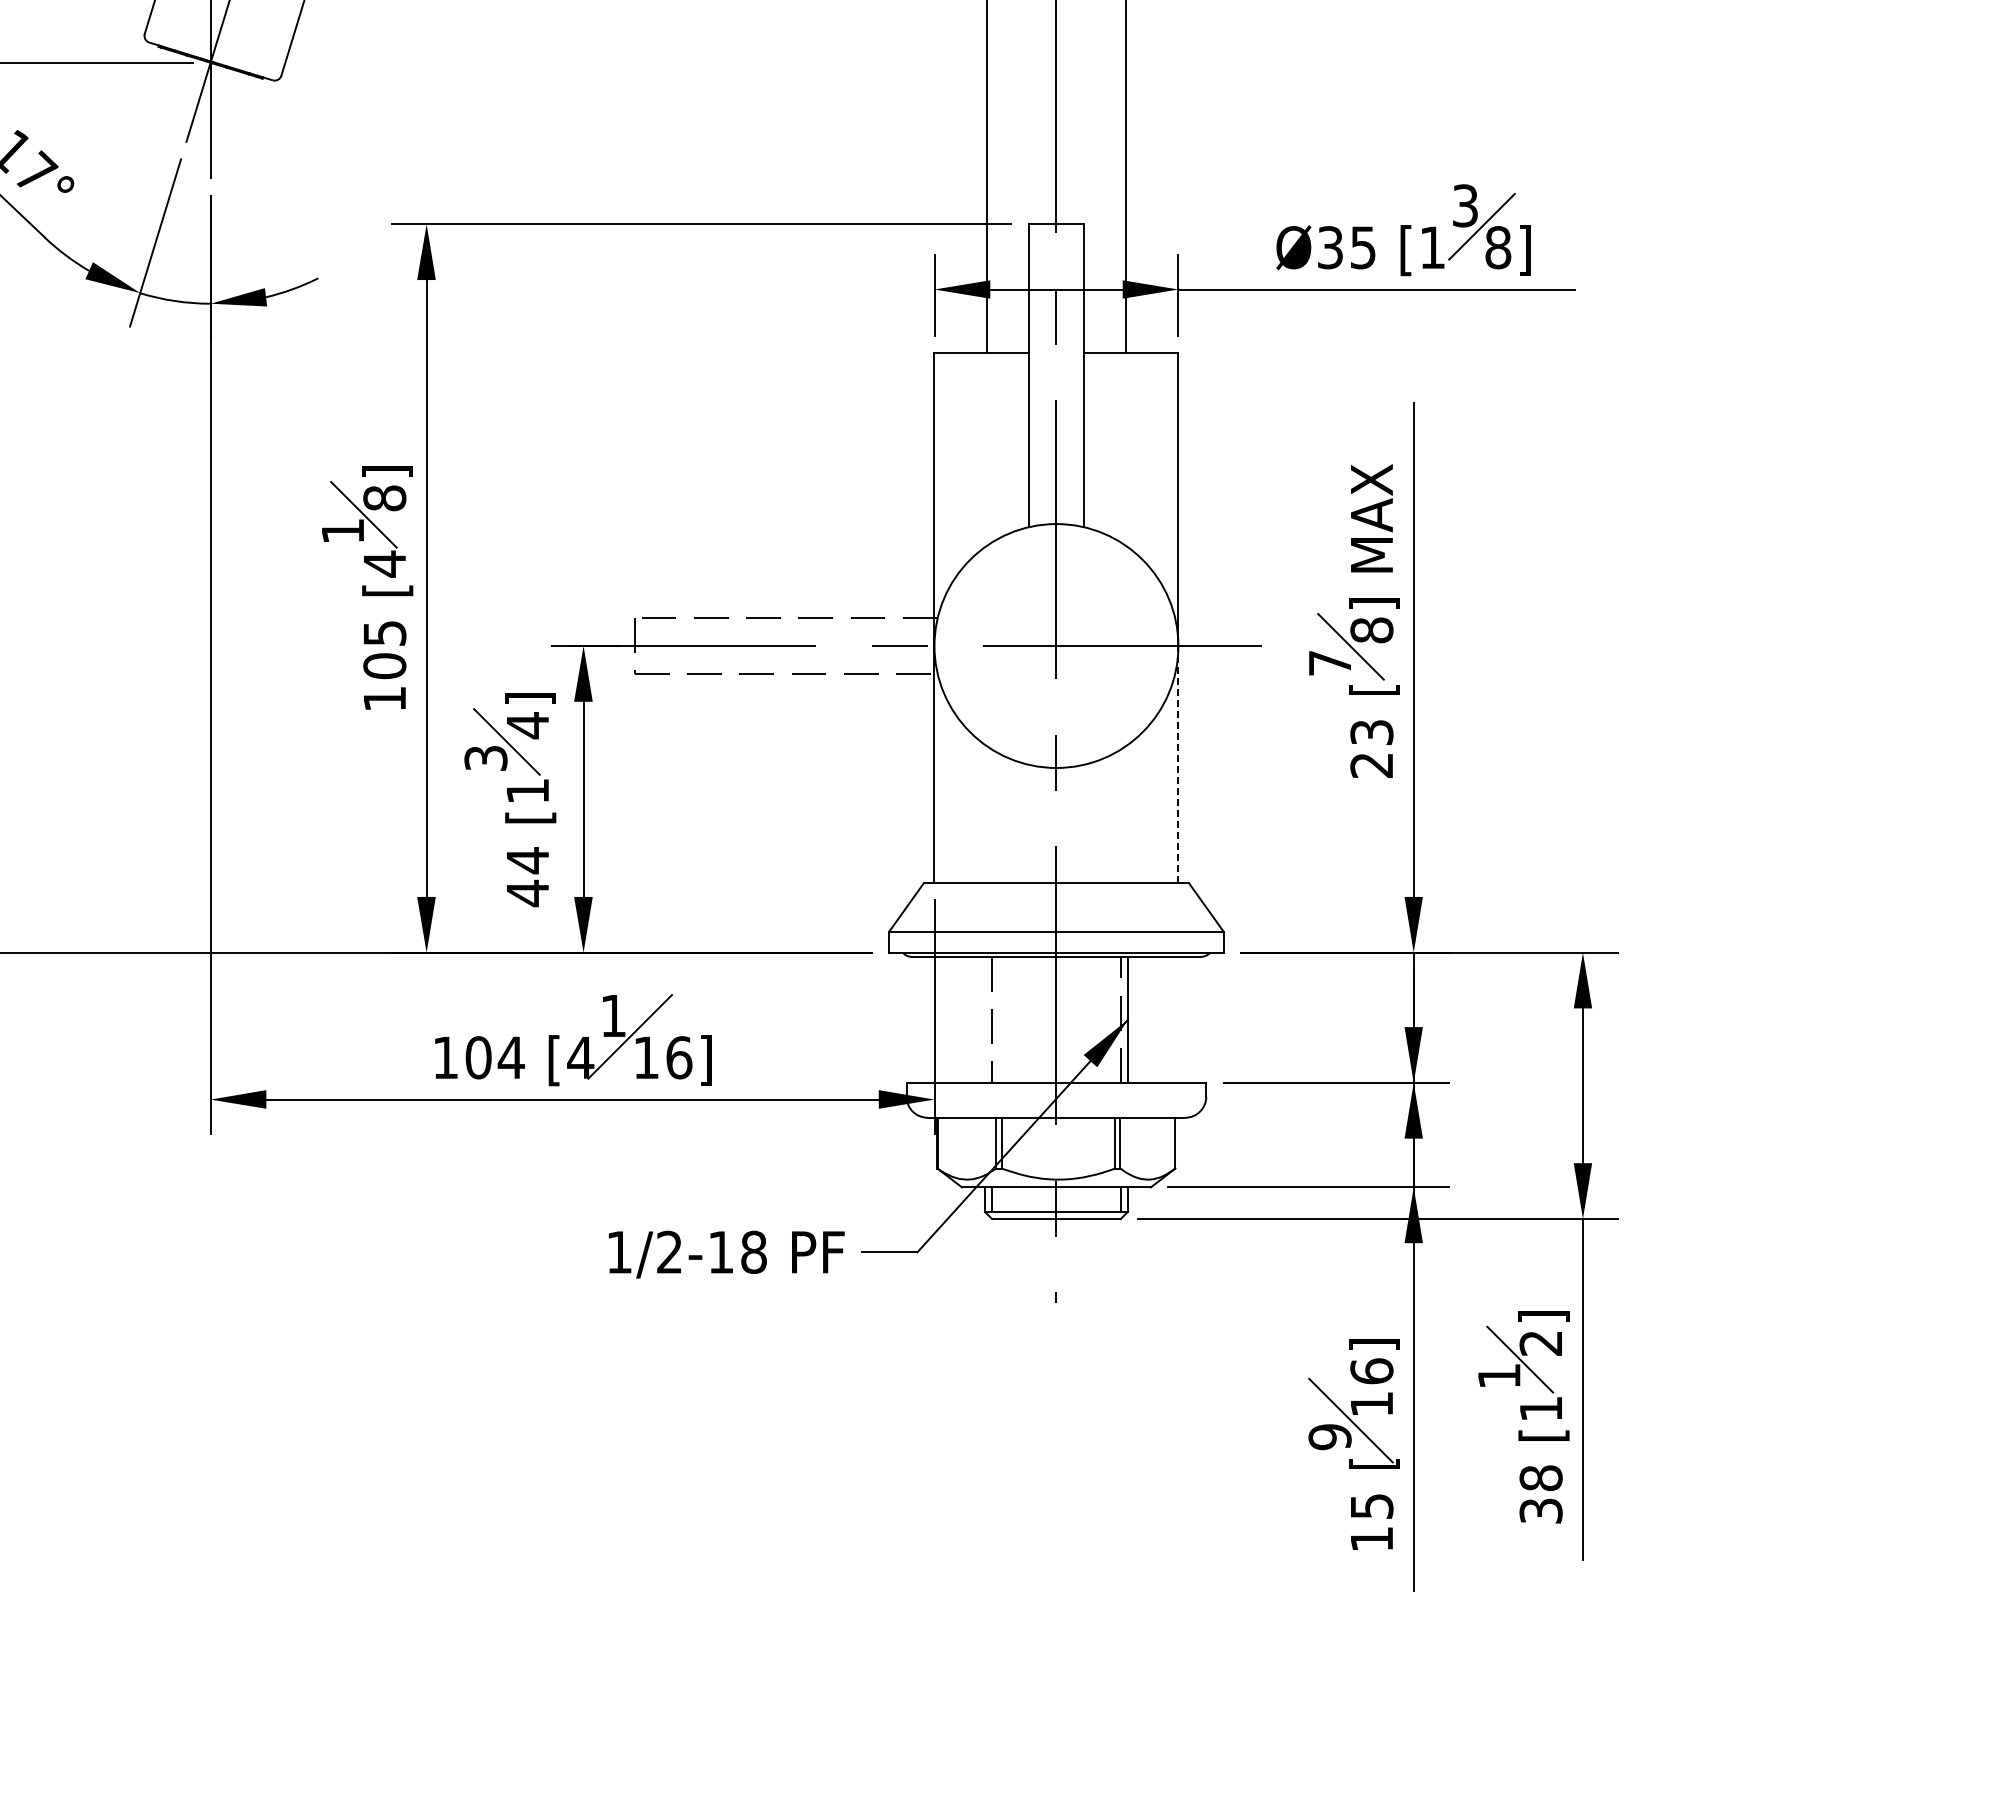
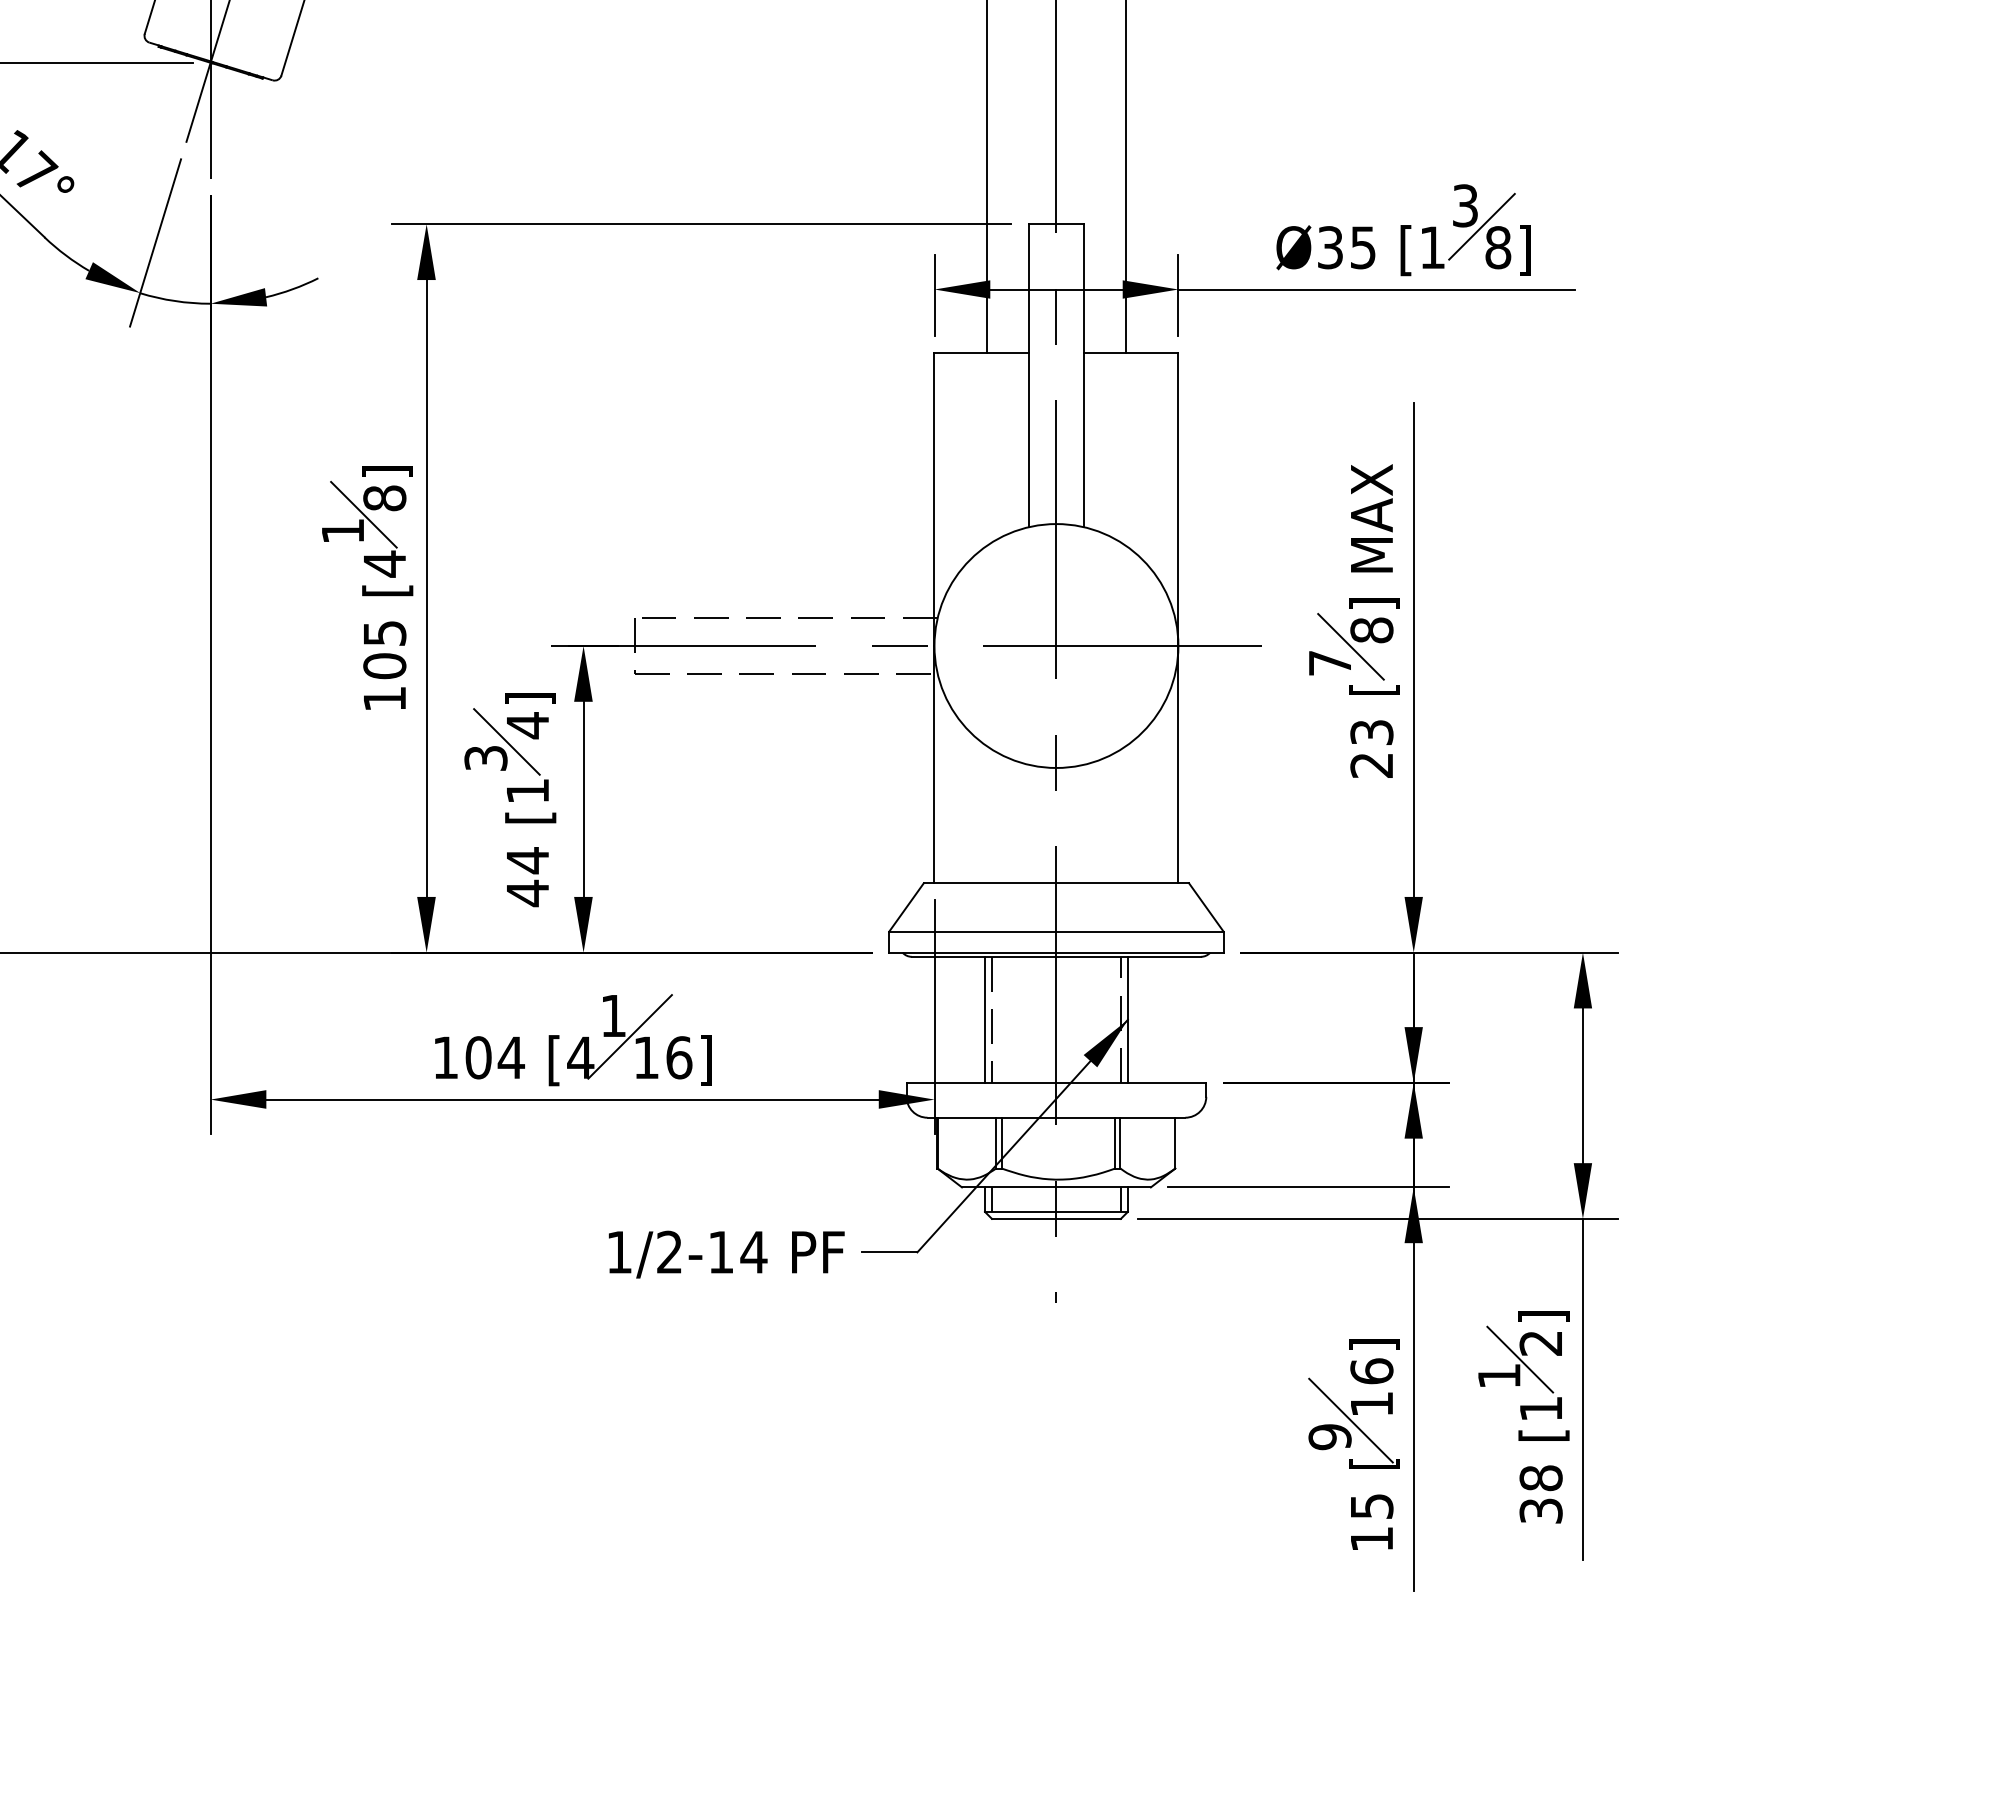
line at (1178, 764): dashed -> solid
line at (985, 1019): none -> present
text at (753, 1251): 1/2-18 -> 1/2-14
